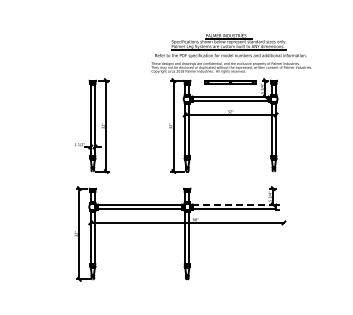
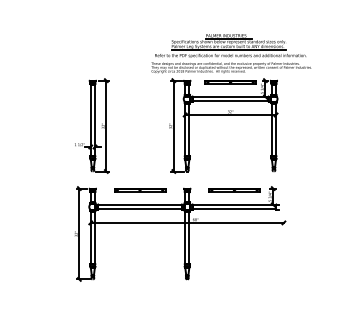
line at (140, 190): none -> present
line at (234, 190): none -> present
line at (234, 204): dashed -> solid
